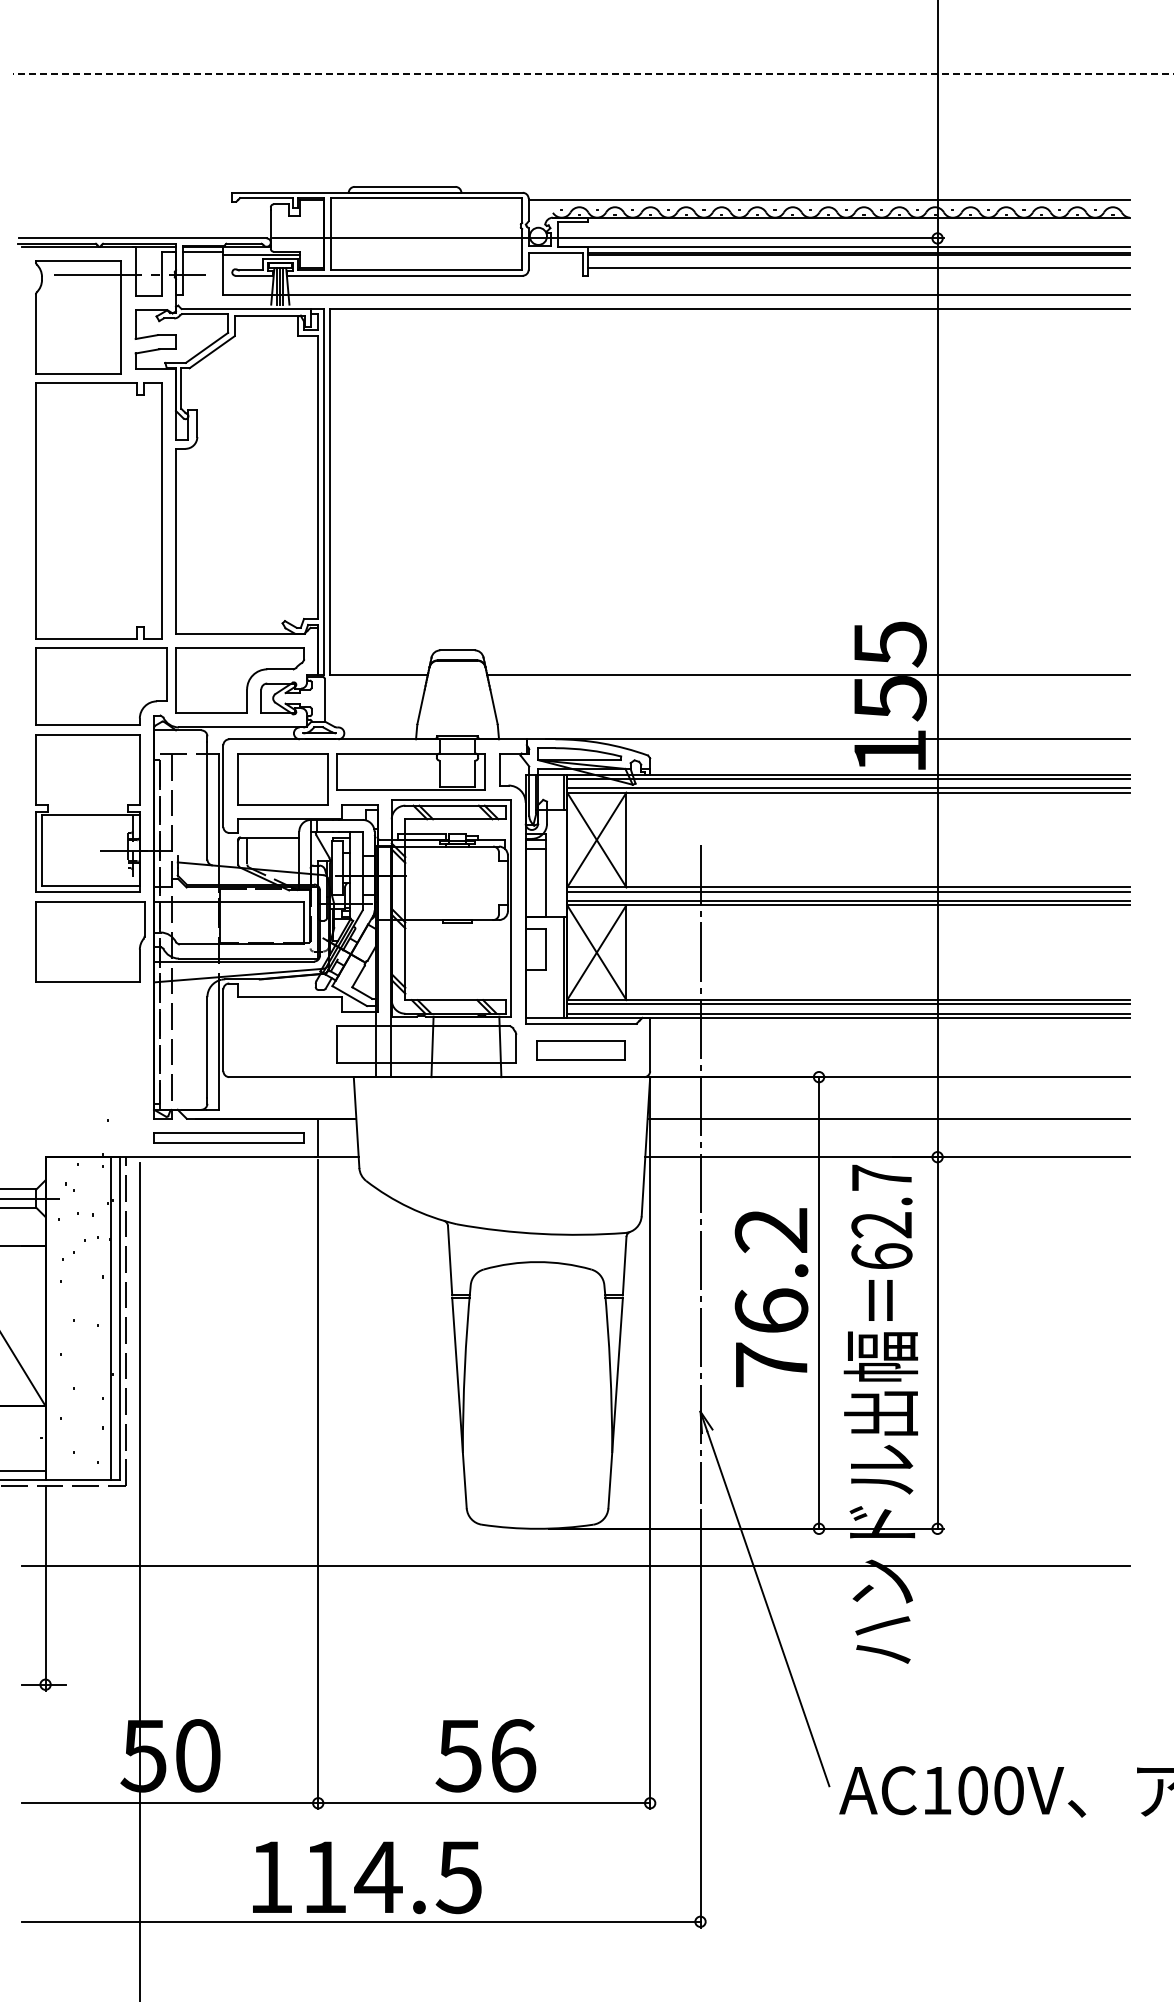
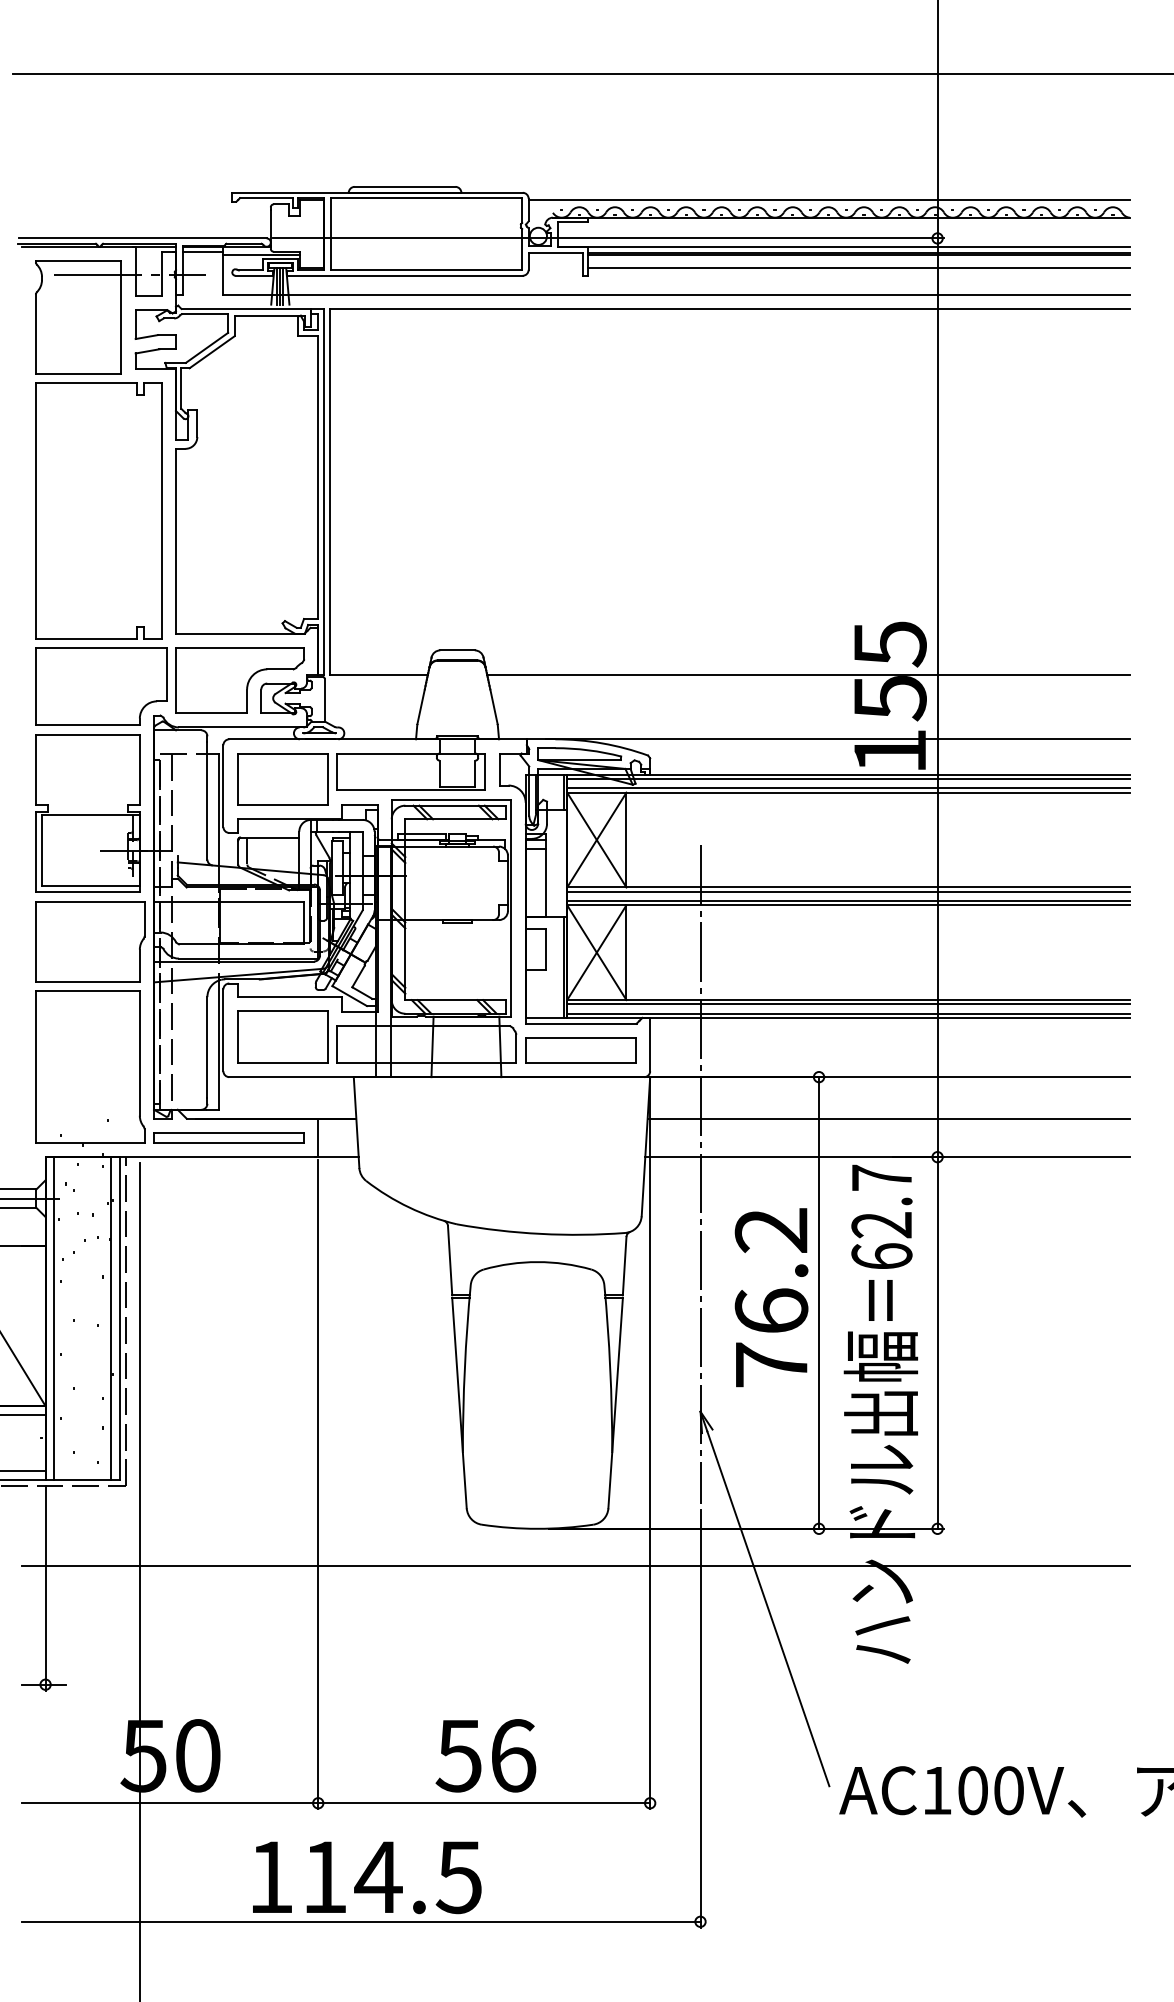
line at (592, 74): dashed -> solid
part at (282, 1036): none -> present
part at (580, 1050) size: 90x21 px -> 112x27 px
part at (90, 1068): none -> present
line at (54, 1318): none -> present
line at (23, 1415): none -> present
